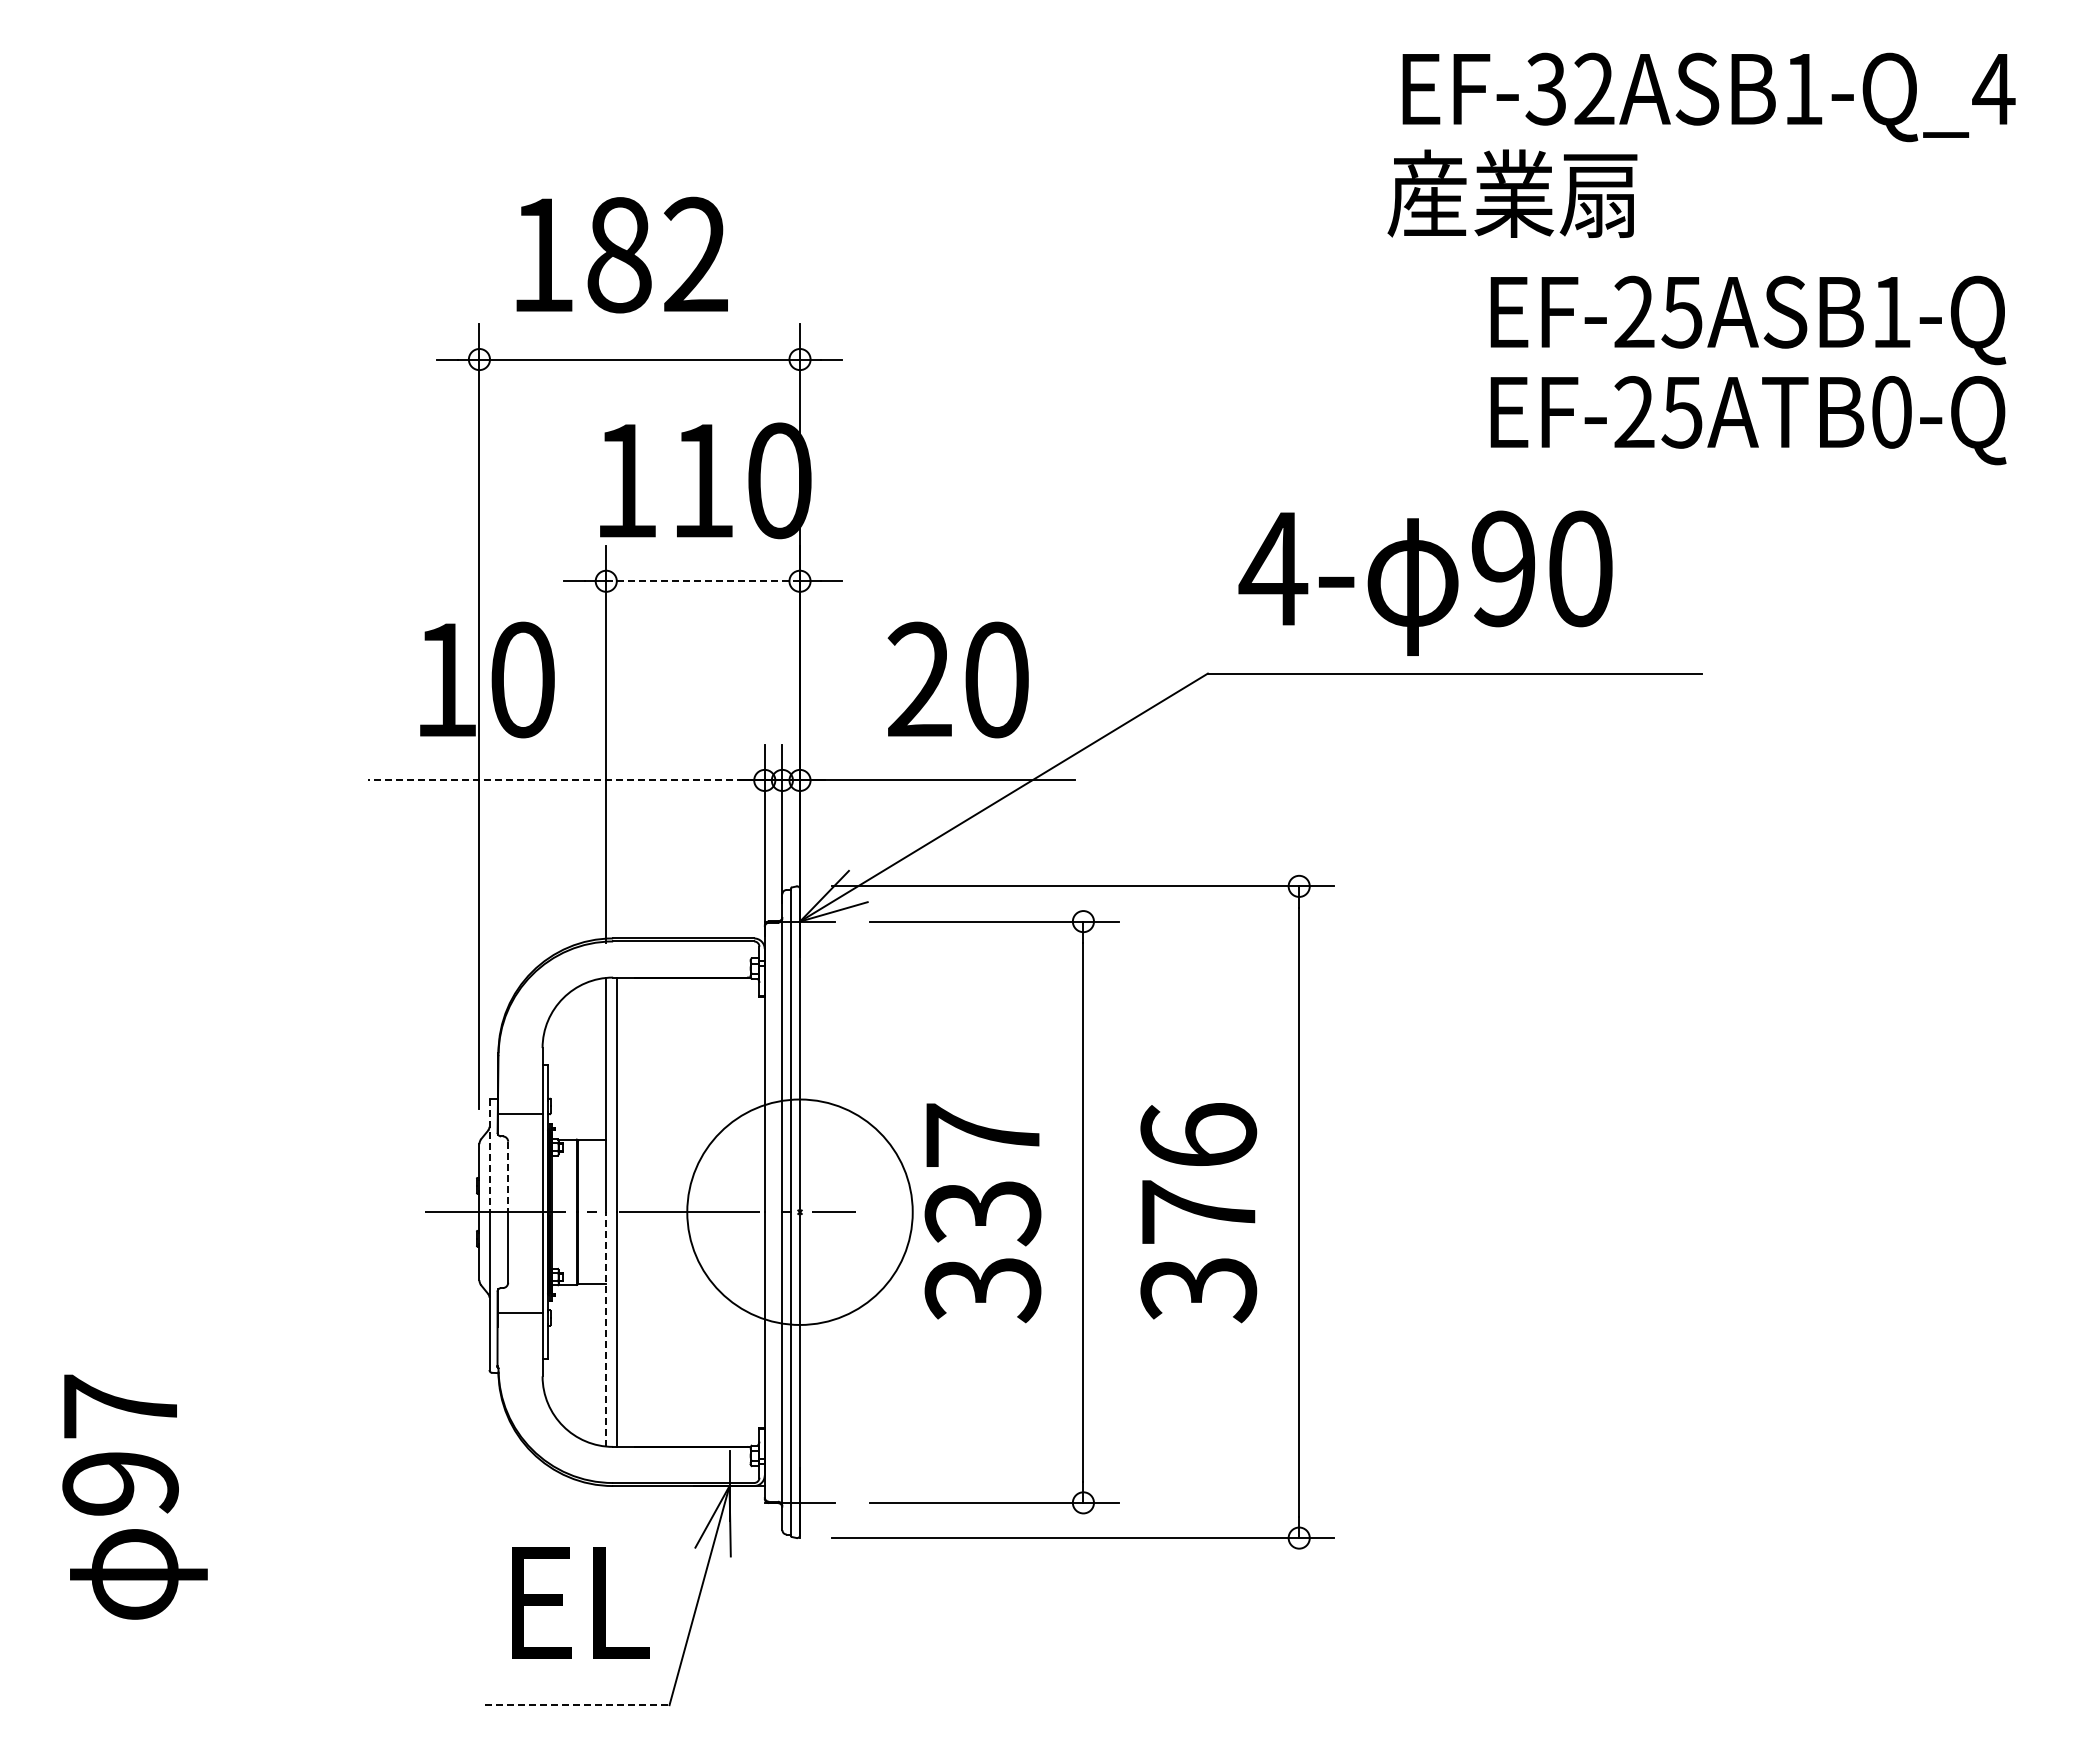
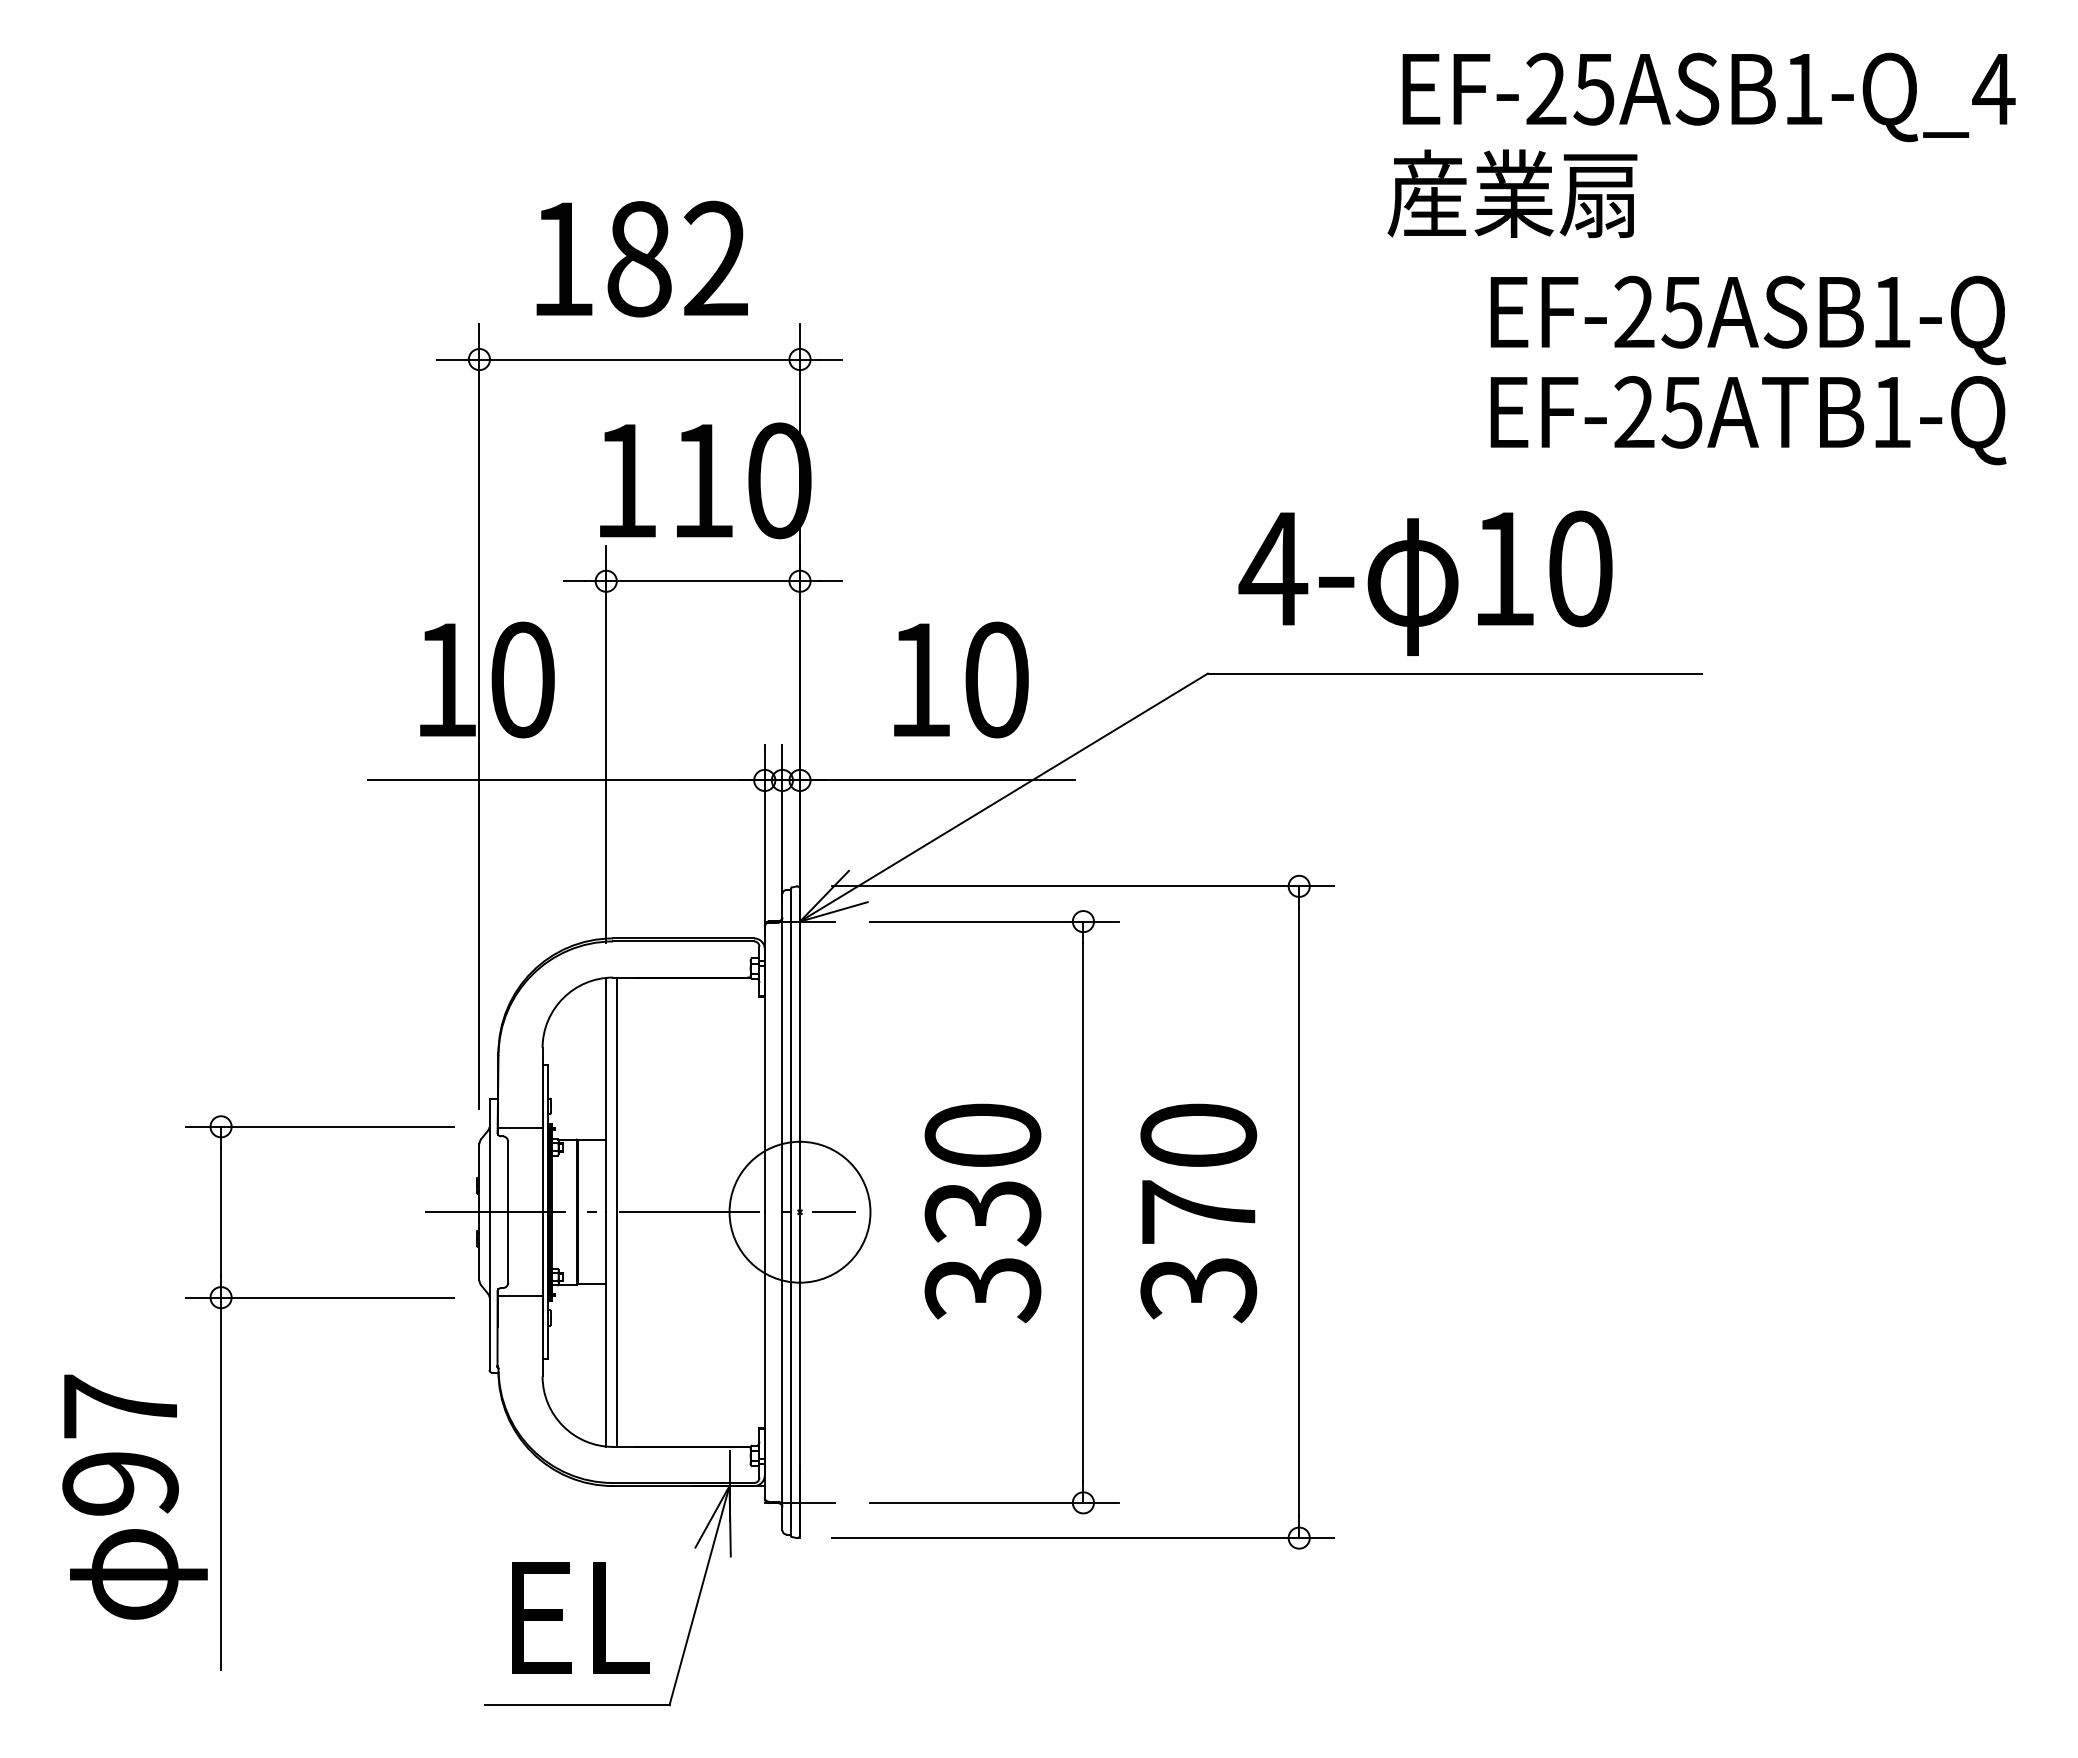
text at (1569, 88): EF-32ASB1-Q_4 -> EF-25ASB1-Q_4
text at (621, 254) position: (621, 254) -> (641, 258)
text at (1891, 412): EF-25ATB0-Q -> EF-25ATB1-Q
text at (1503, 568): 90 -> 10
line at (703, 581): dashed -> solid
text at (919, 678): 20 -> 10
line at (555, 780): dashed -> solid
line at (520, 1114) position: (520, 1114) -> (520, 1128)
text at (982, 1134): 337 -> 330
text at (1198, 1134): 376 -> 370
line at (489, 1155): dashed -> solid
line at (508, 1177): dashed -> solid
circle at (799, 1211) diameter: 225 px -> 141 px
part at (319, 1298): none -> present
line at (520, 1313) position: (520, 1313) -> (520, 1296)
line at (606, 1328): dashed -> solid
text at (580, 1602) position: (580, 1602) -> (580, 1617)
line at (577, 1705): dashed -> solid
